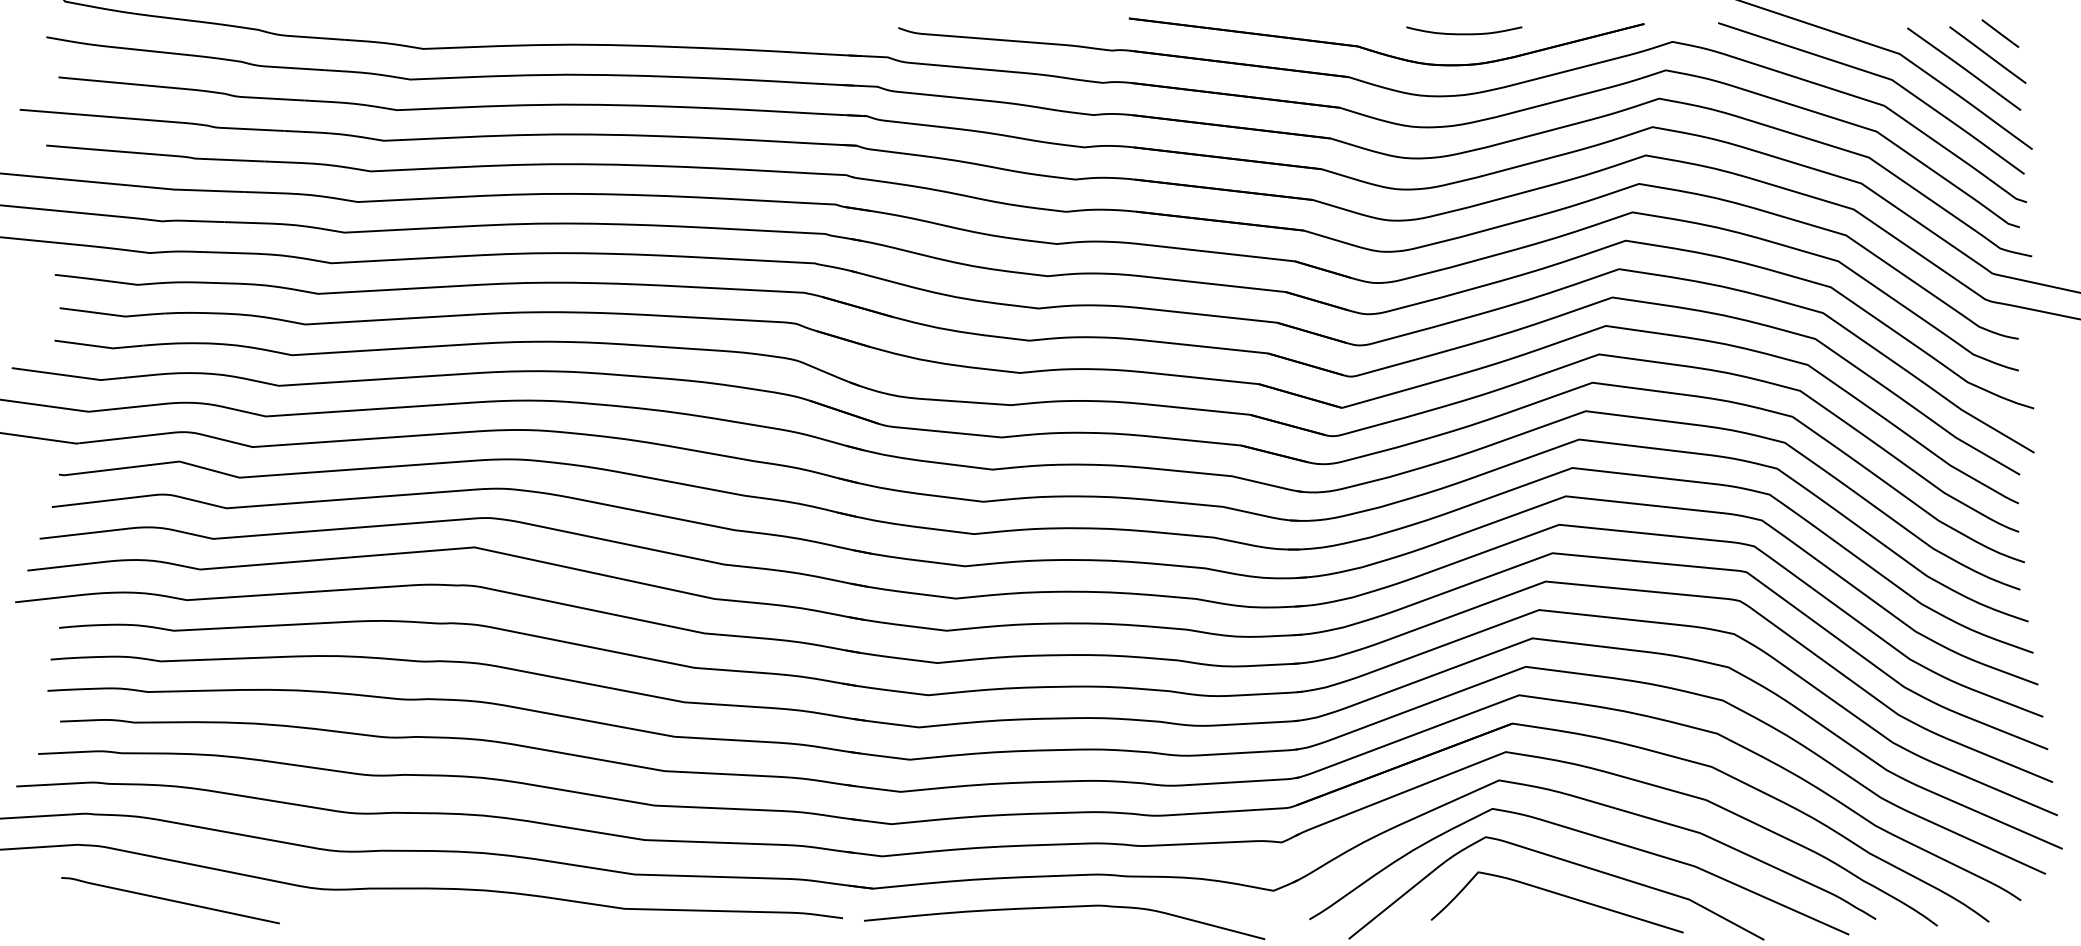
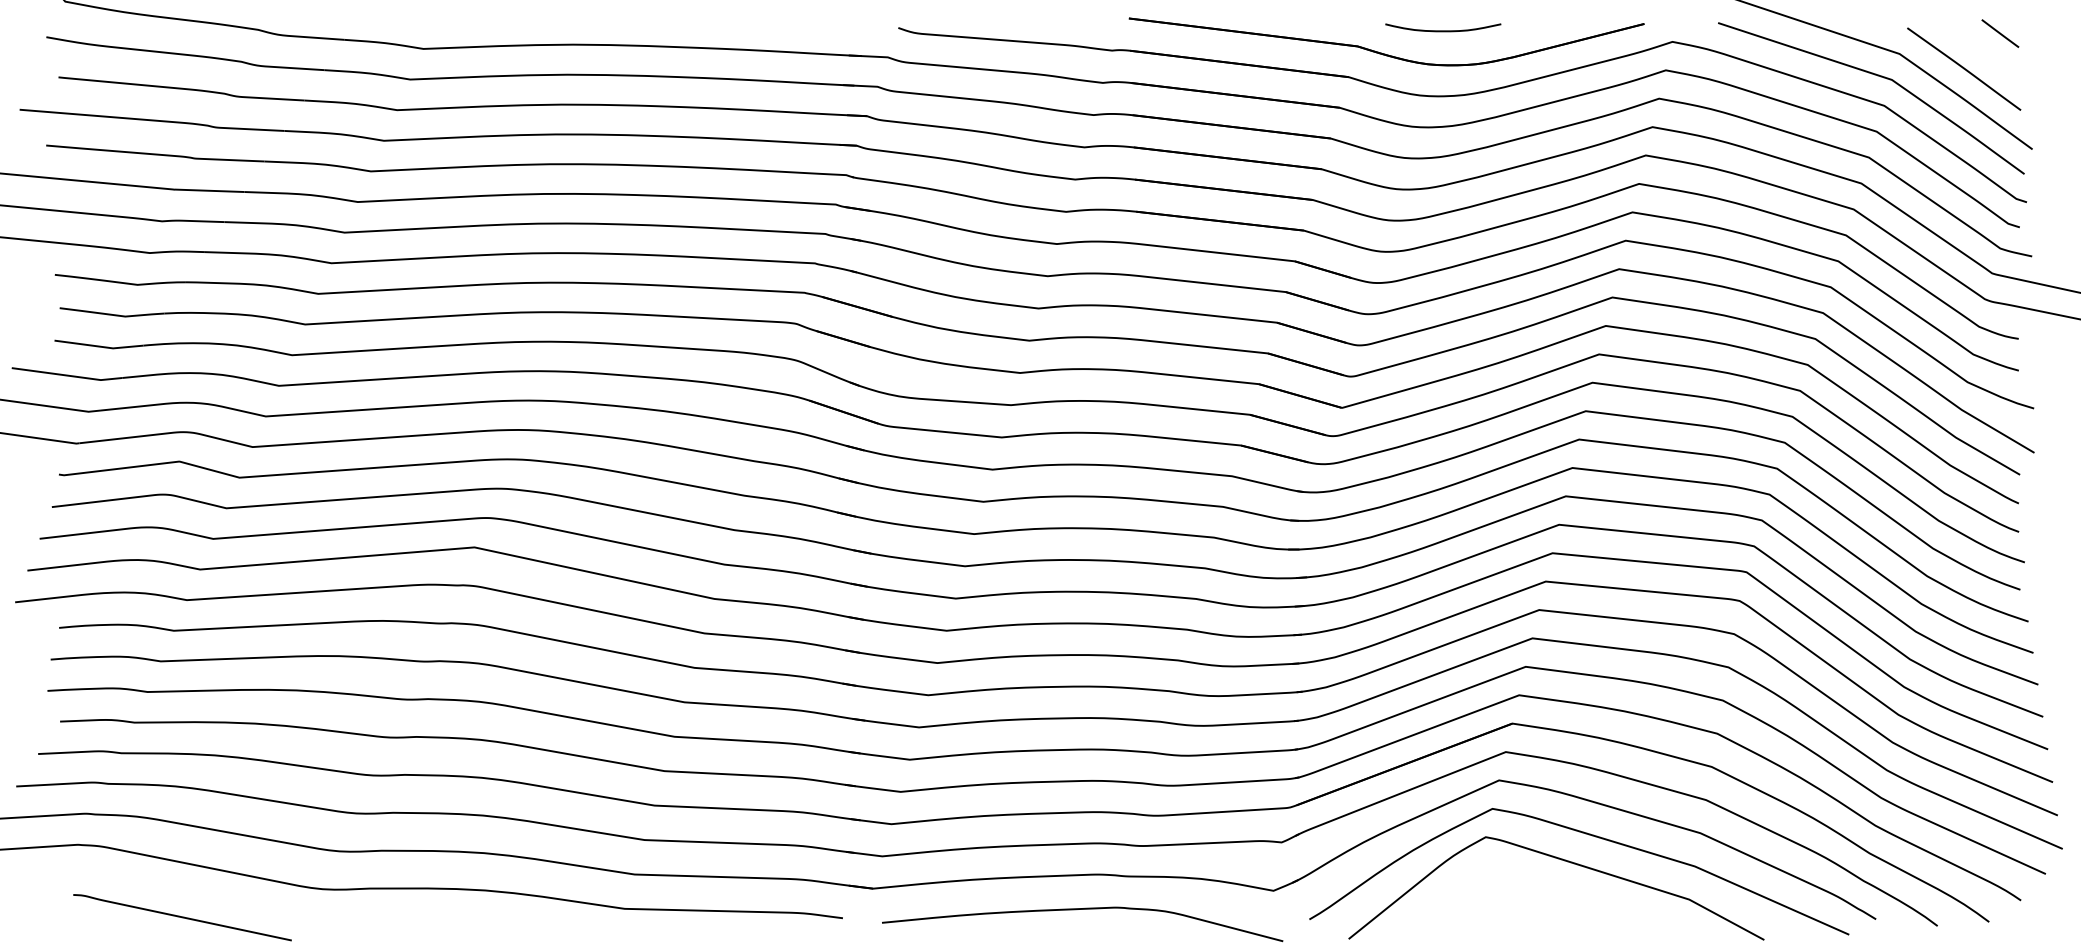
curve at (1464, 33) position: (1464, 33) -> (1443, 30)
line at (1987, 54): present -> none
curve at (1559, 895): present -> none
line at (170, 900) position: (170, 900) -> (182, 917)
curve at (1064, 907) position: (1064, 907) -> (1082, 909)
